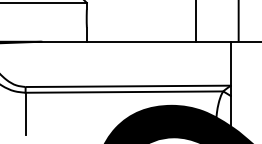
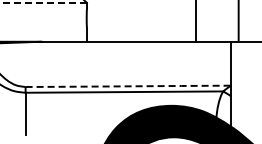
line at (43, 2): solid -> dashed
line at (128, 86): solid -> dashed
